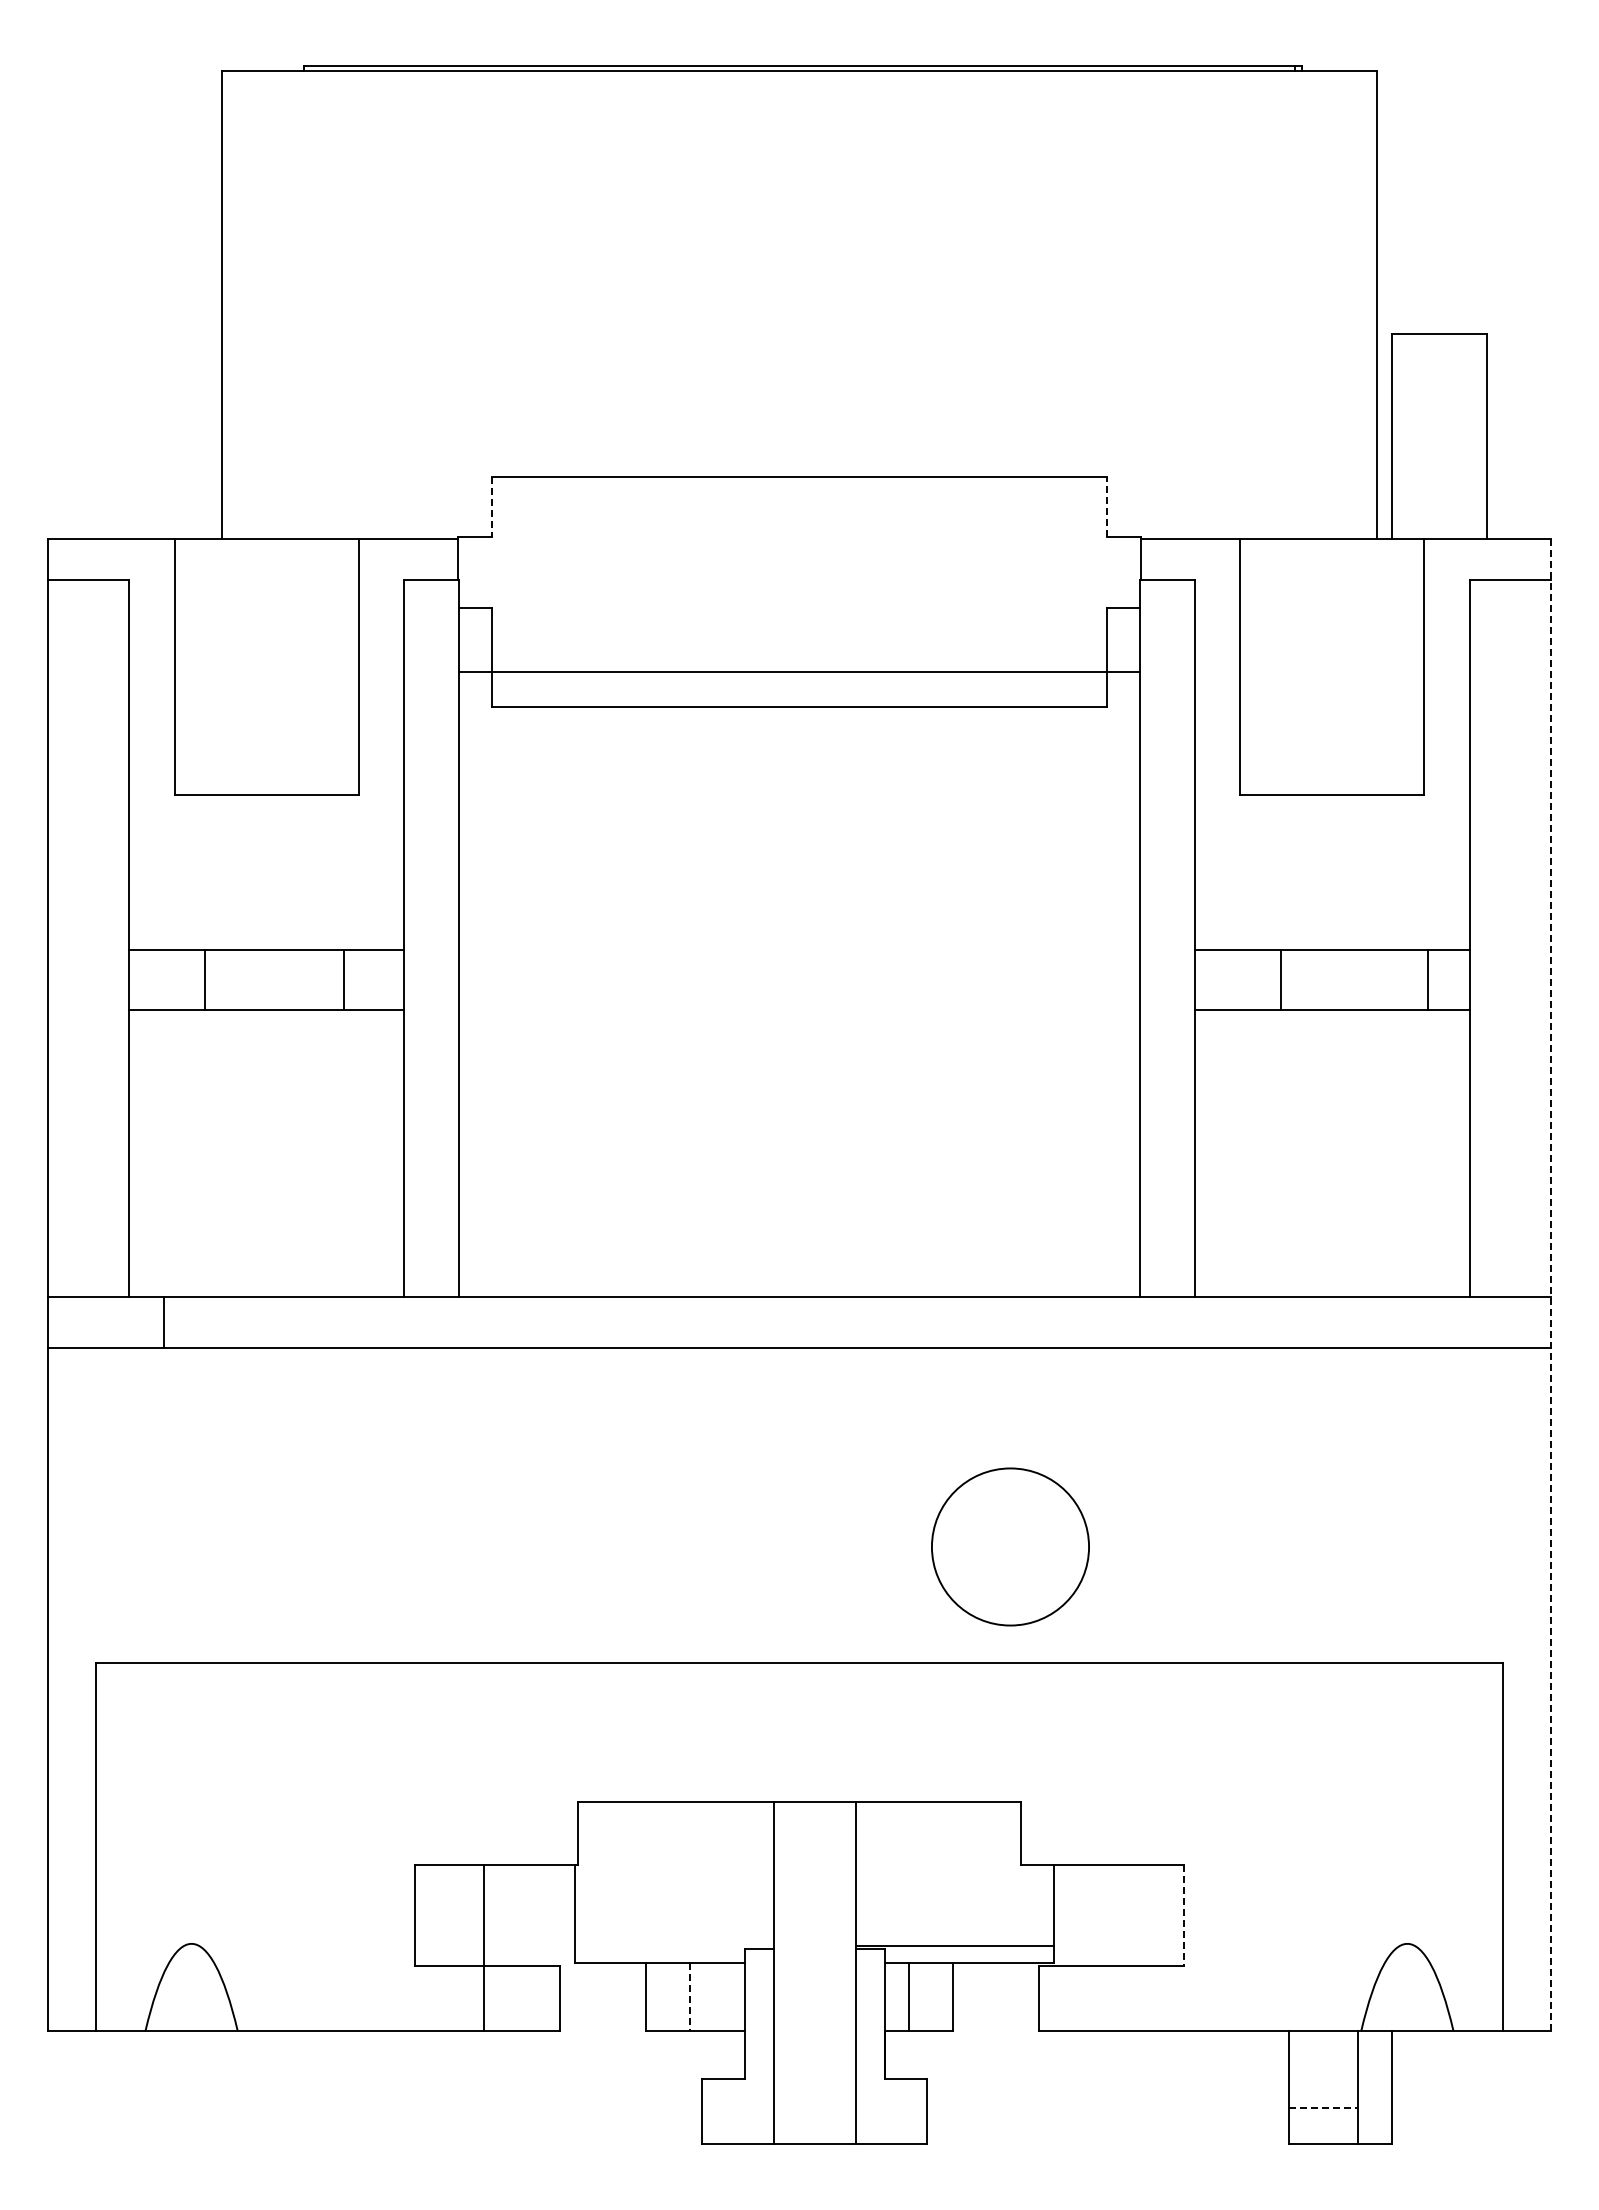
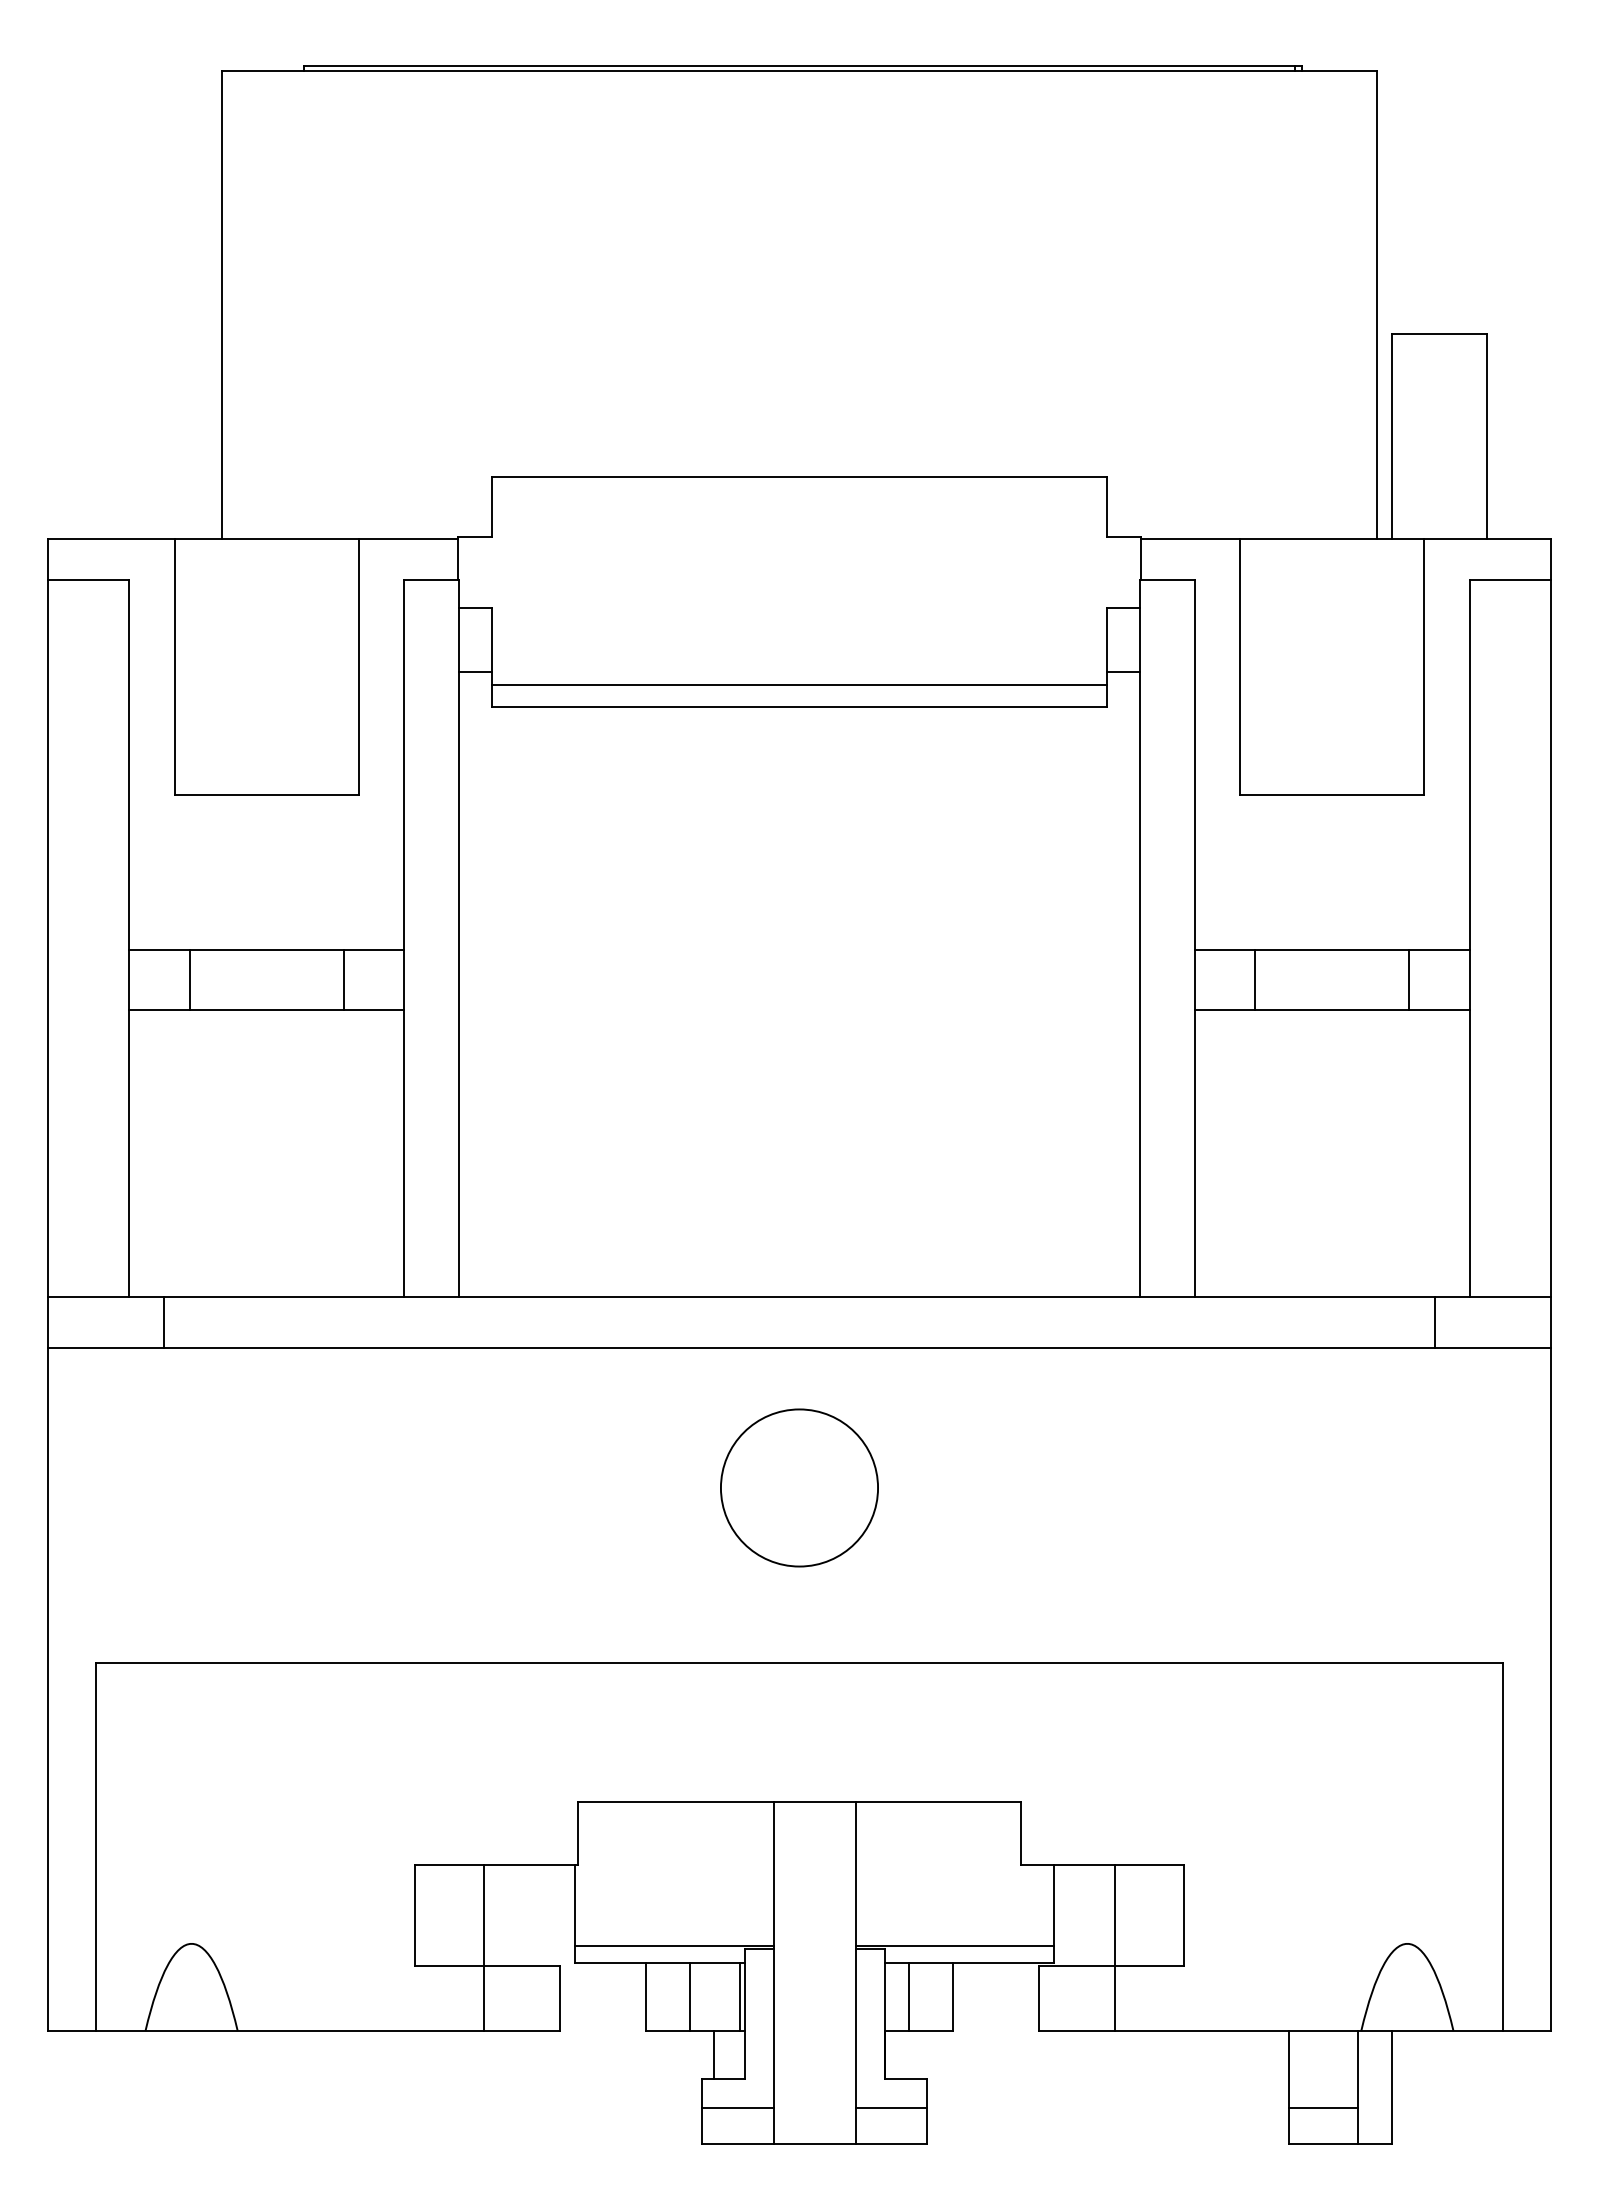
line at (1106, 506): dashed -> solid
line at (492, 507): dashed -> solid
line at (799, 672) position: (799, 672) -> (799, 685)
line at (204, 979) position: (204, 979) -> (189, 979)
line at (1281, 979) position: (1281, 979) -> (1255, 979)
line at (1428, 979) position: (1428, 979) -> (1409, 979)
line at (1550, 1284): dashed -> solid
line at (1434, 1321): none -> present
circle at (1010, 1546) position: (1010, 1546) -> (799, 1487)
line at (1183, 1916): dashed -> solid
line at (674, 1945): none -> present
line at (1115, 1948): none -> present
line at (739, 1996): none -> present
line at (690, 1997): dashed -> solid
line at (714, 2054): none -> present
line at (737, 2107): none -> present
line at (891, 2107): none -> present
line at (1323, 2107): dashed -> solid
